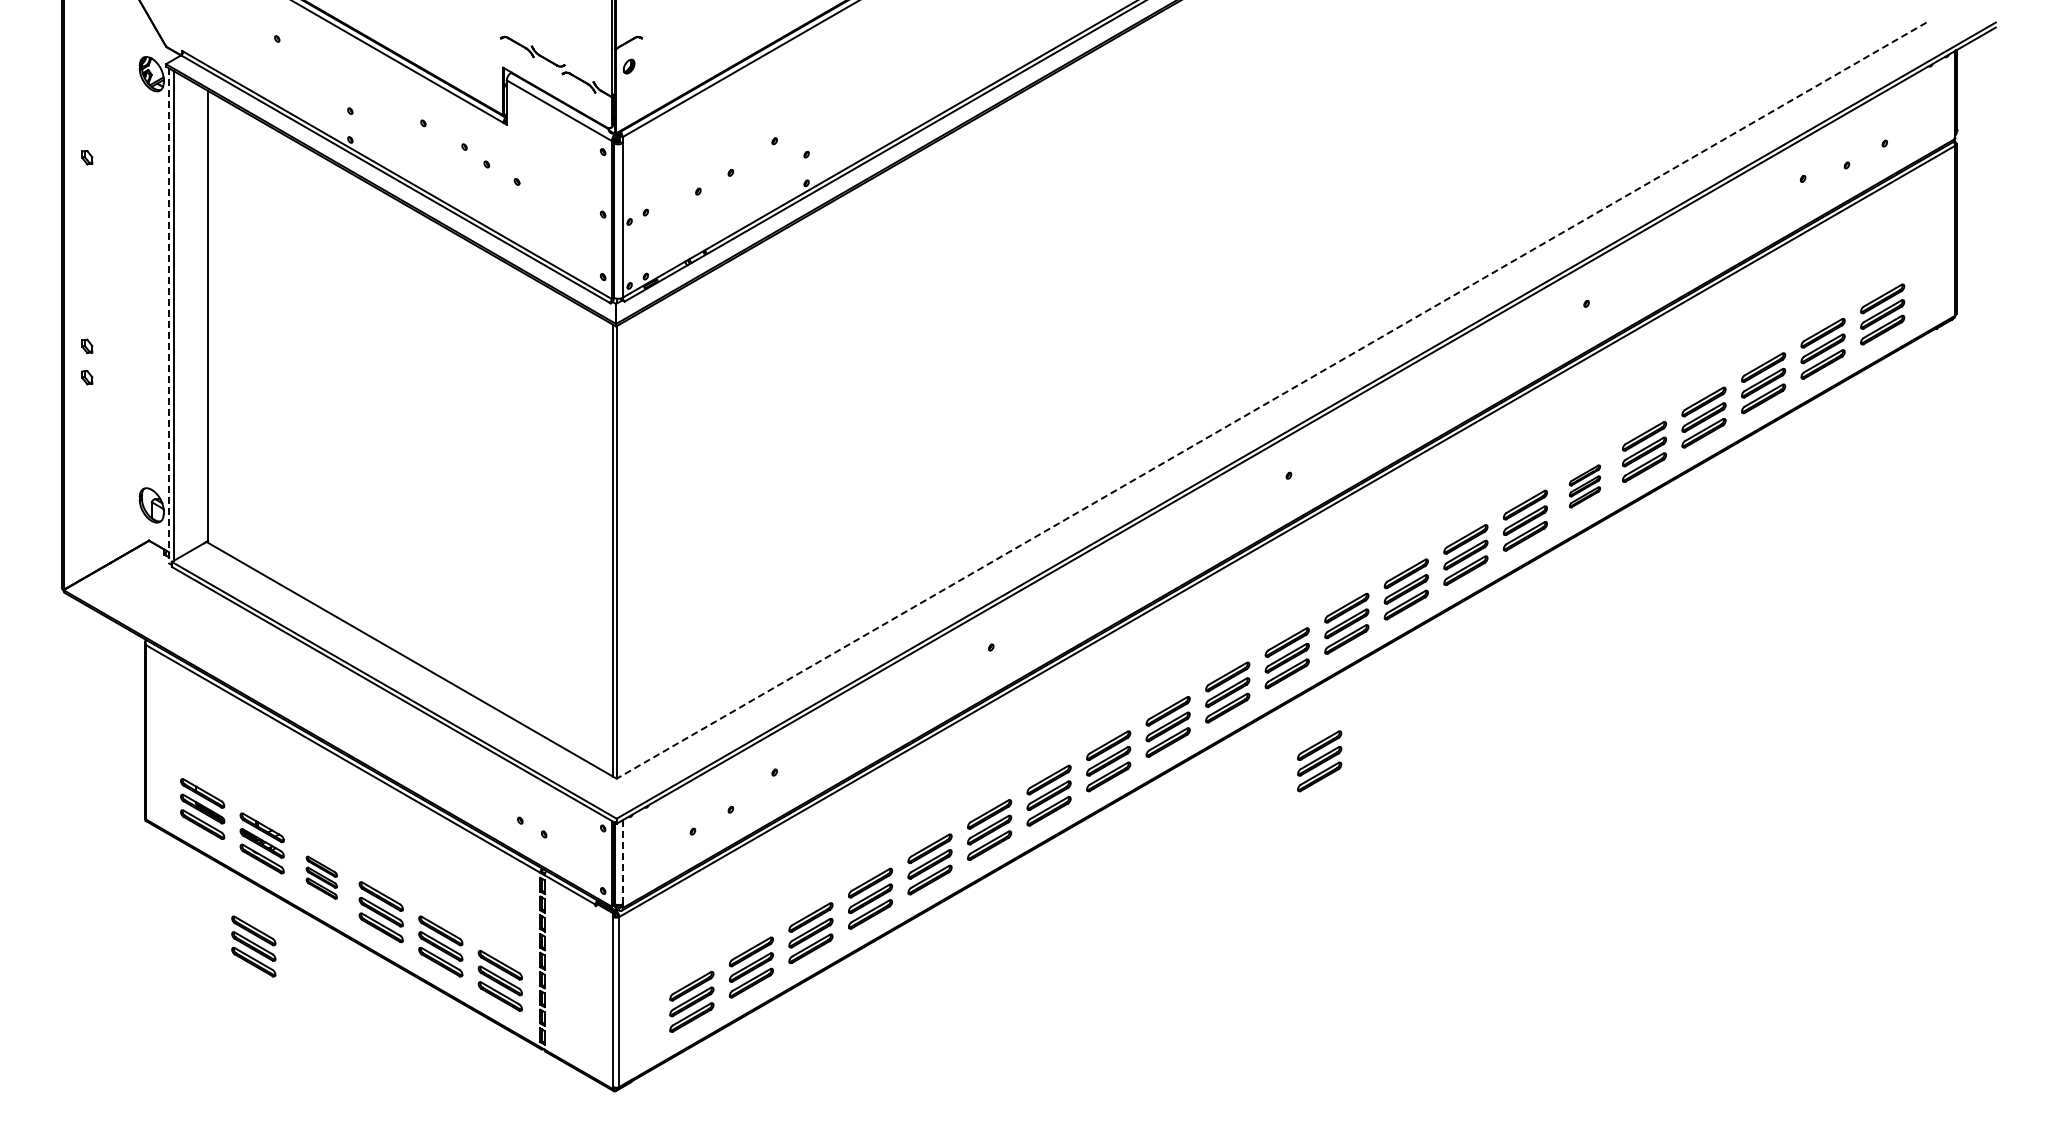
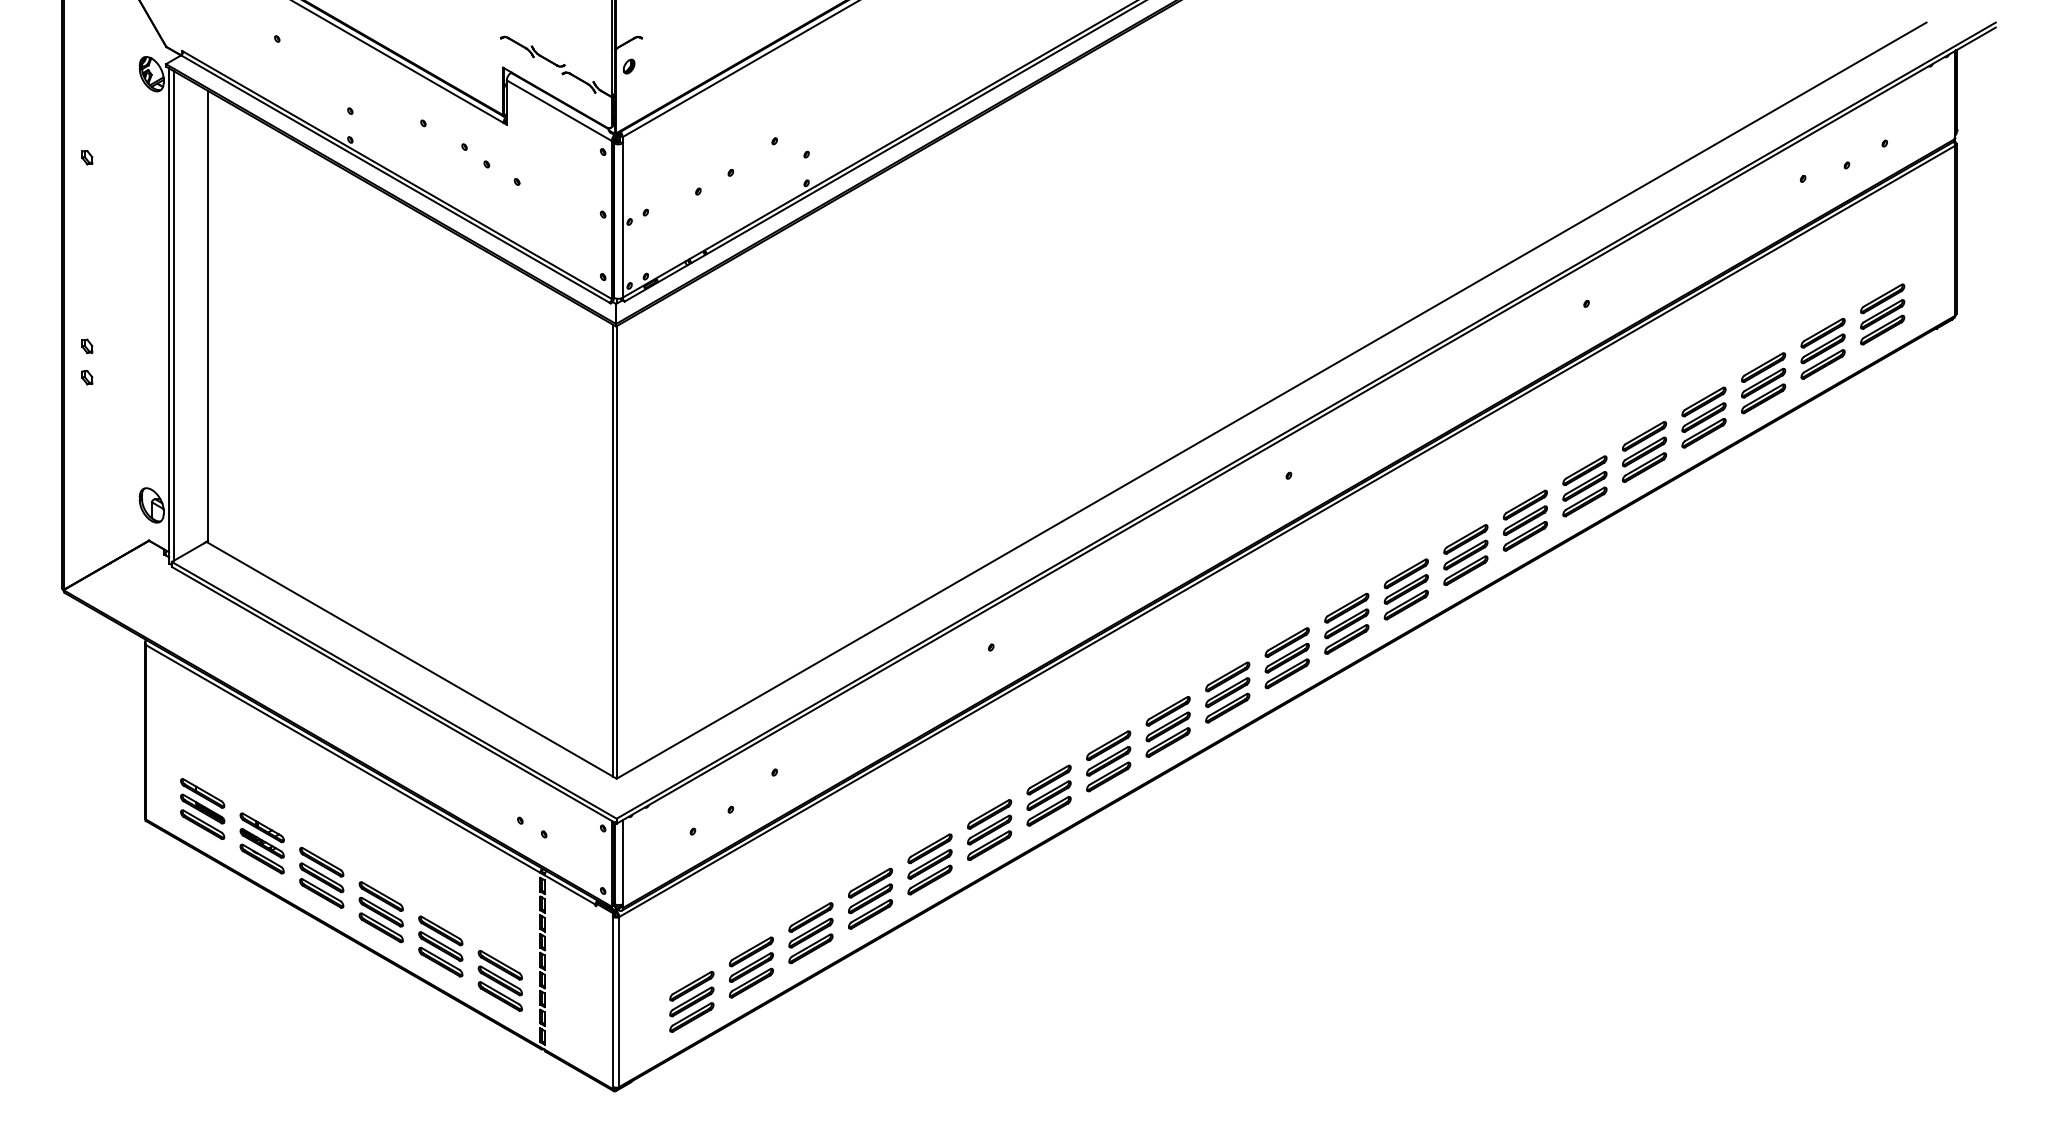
line at (169, 316): dashed -> solid
line at (1271, 400): dashed -> solid
part at (1584, 486) size: 33x45 px -> 46x63 px
part at (1319, 761): present -> none
line at (623, 862): dashed -> solid
part at (321, 877) size: 33x45 px -> 46x63 px
part at (253, 946): present -> none
